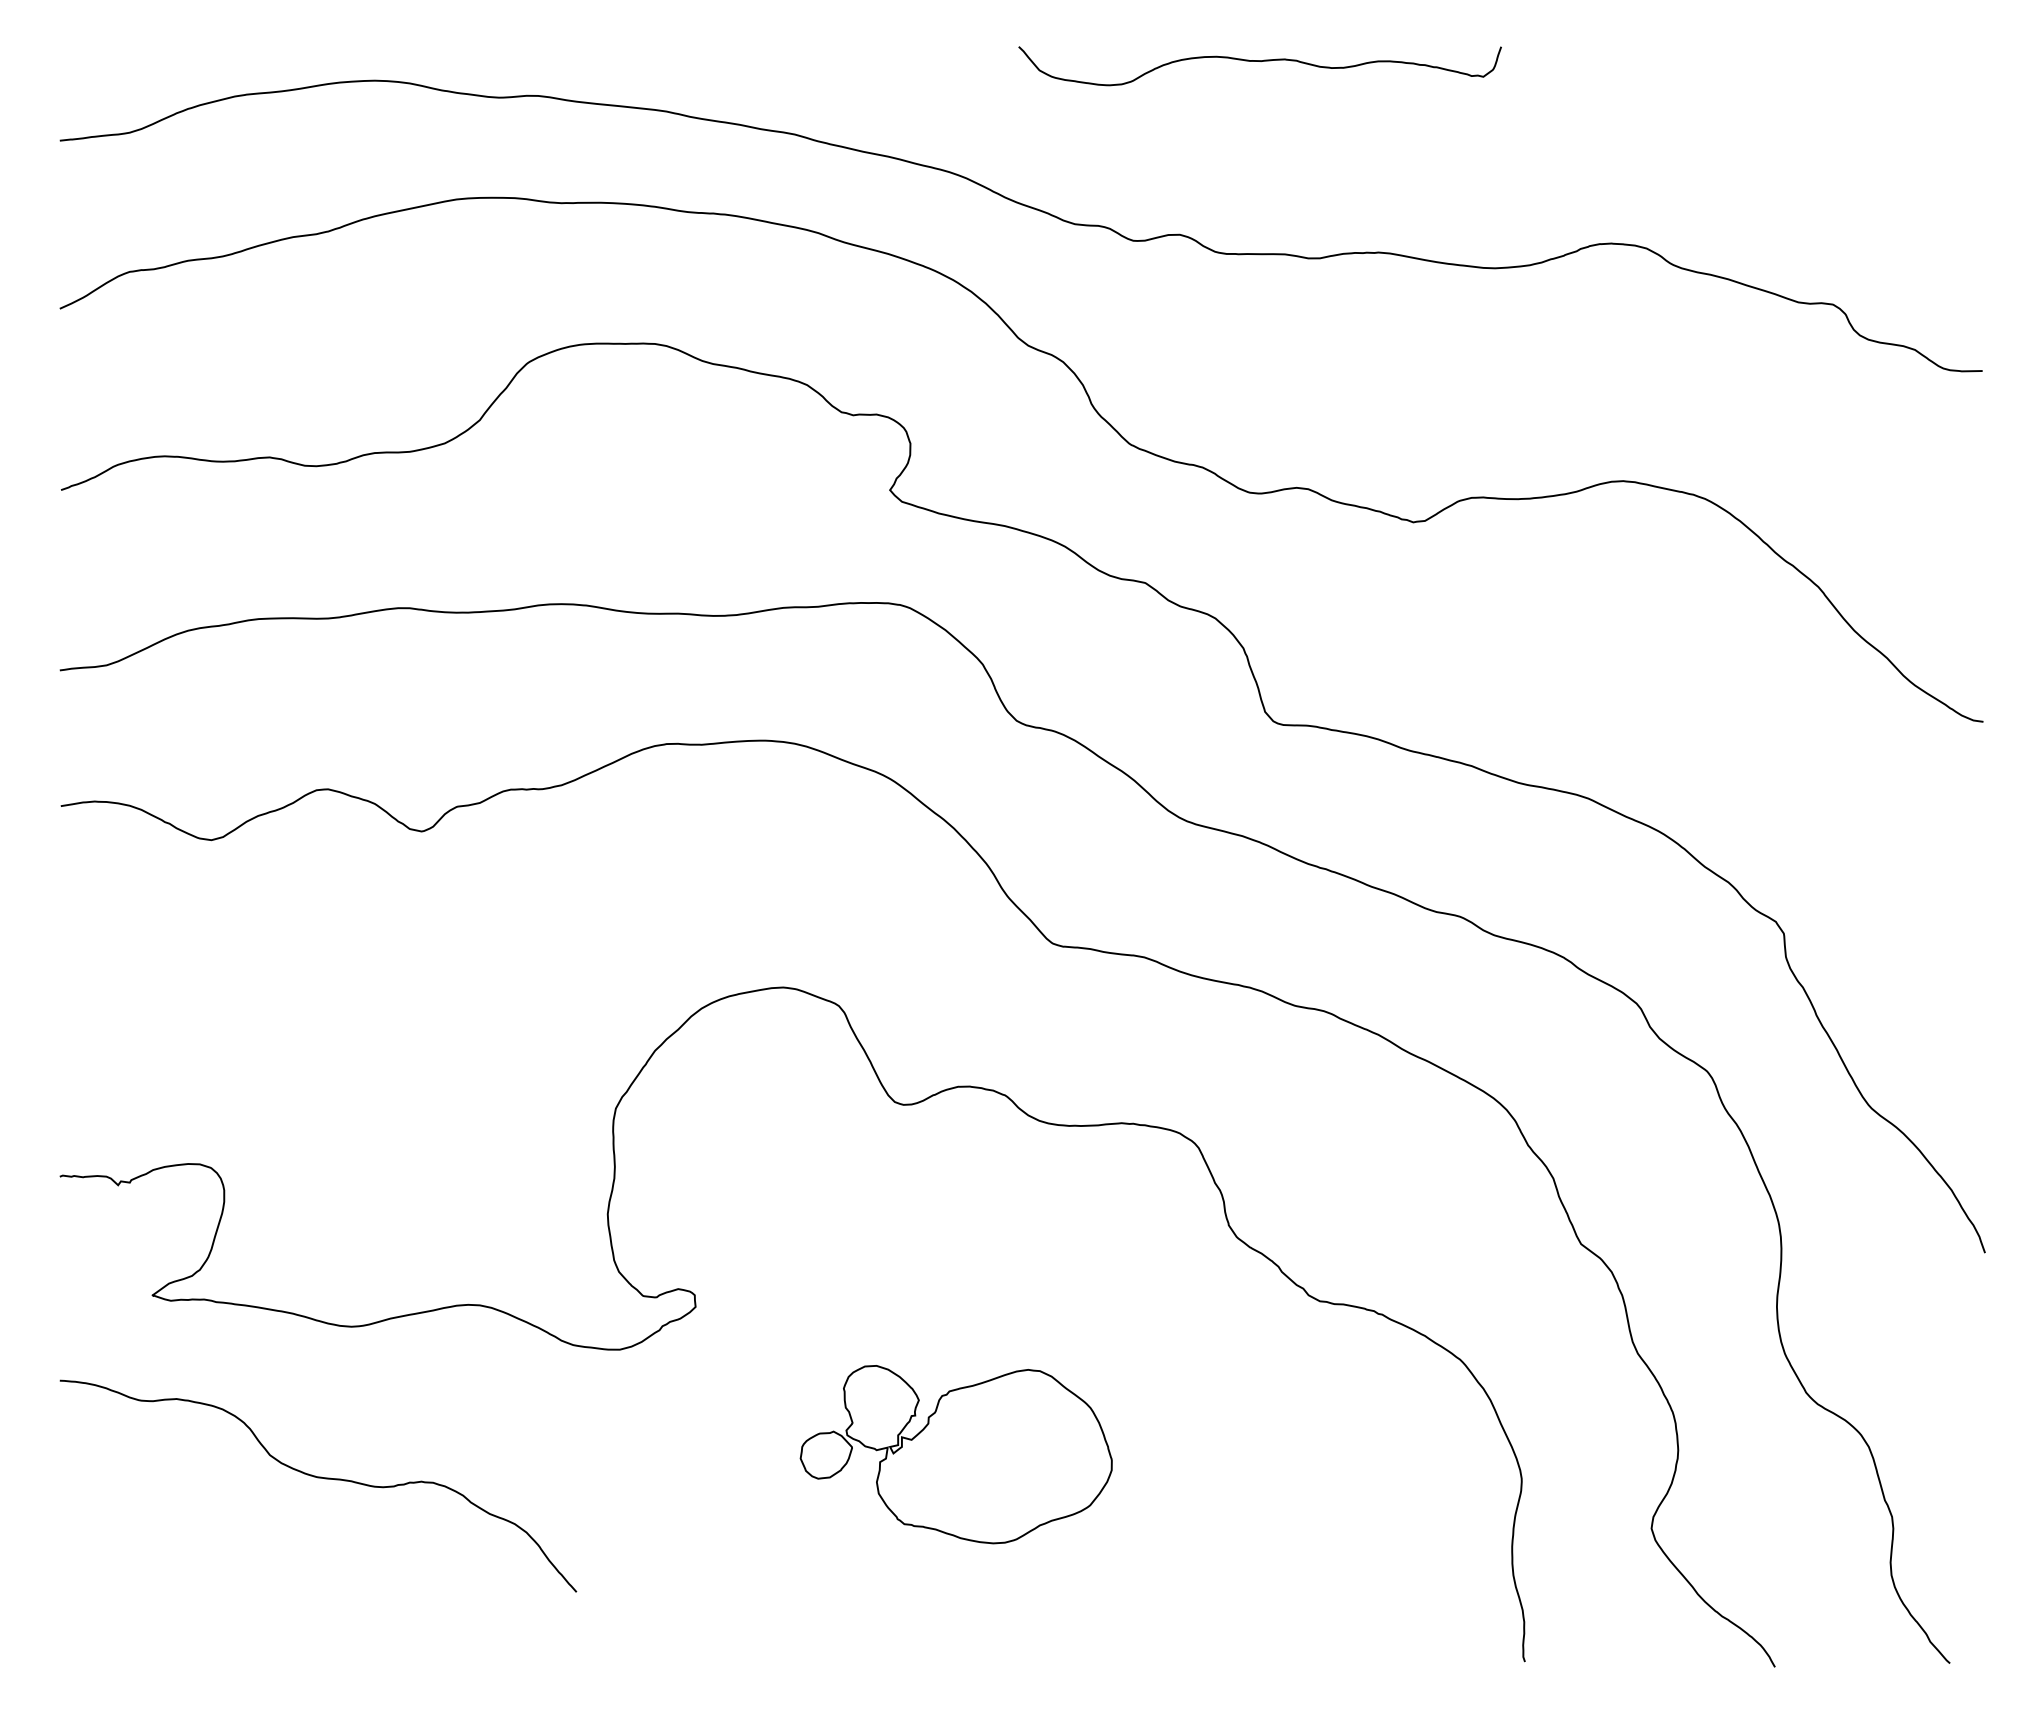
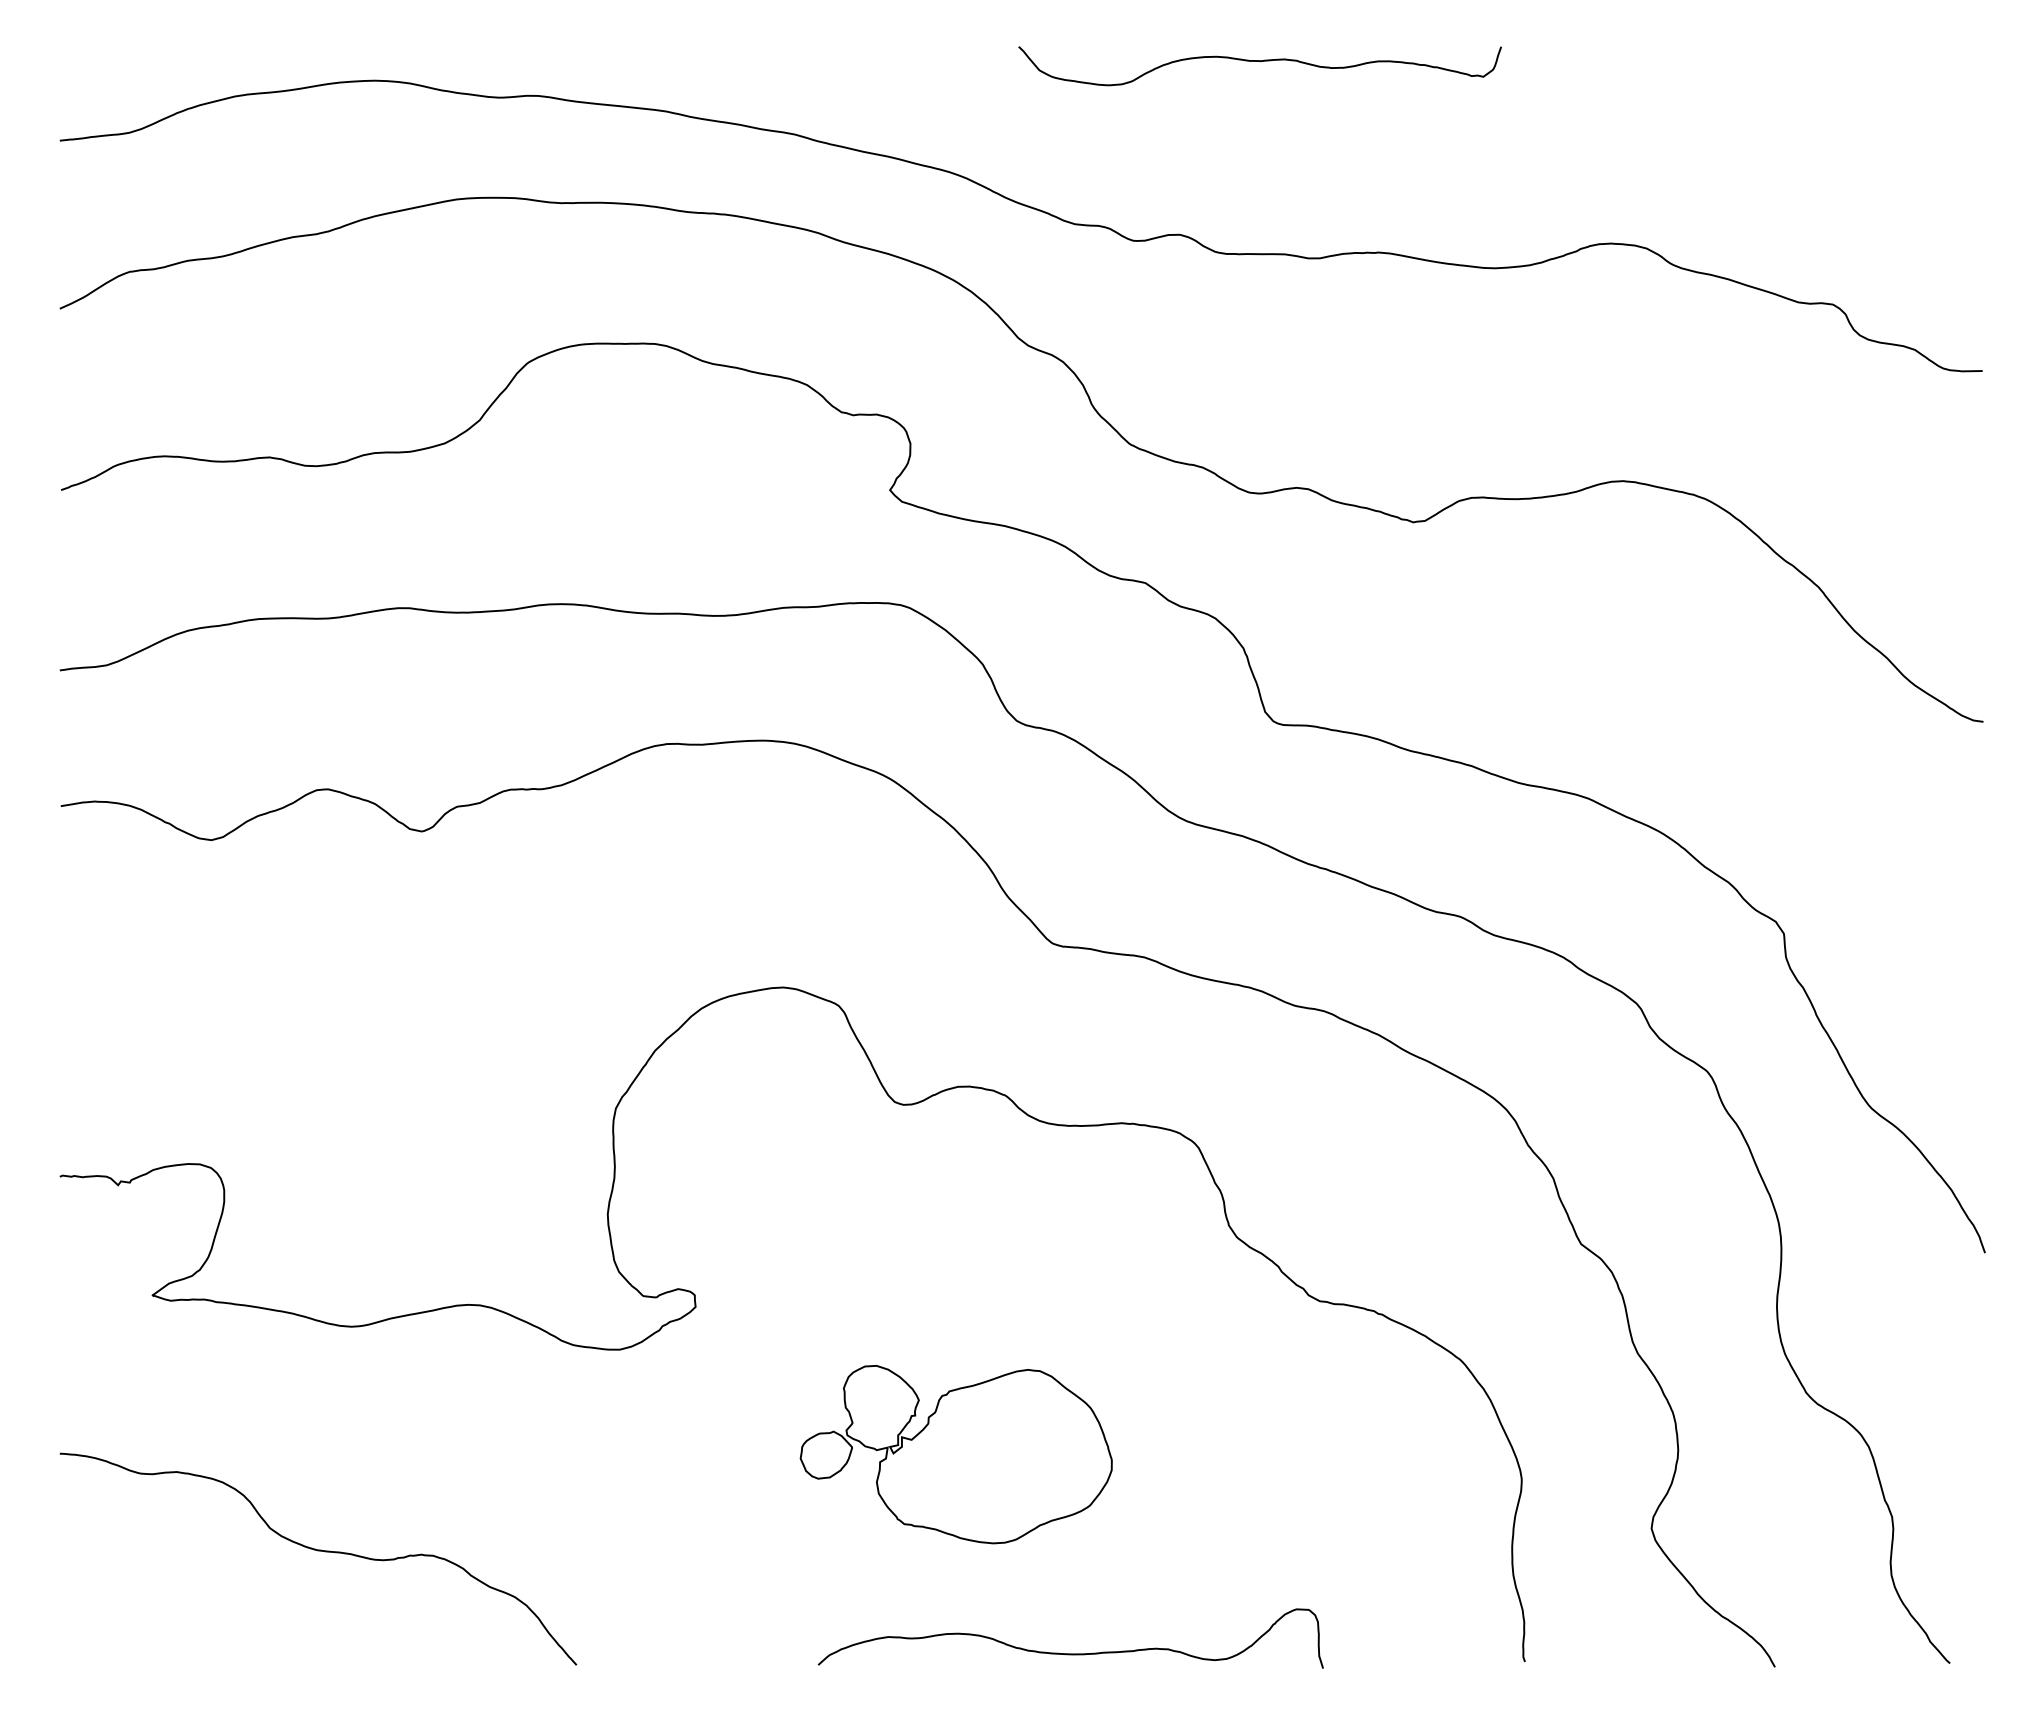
curve at (318, 1478) position: (318, 1478) -> (318, 1551)
curve at (1070, 1653): none -> present
